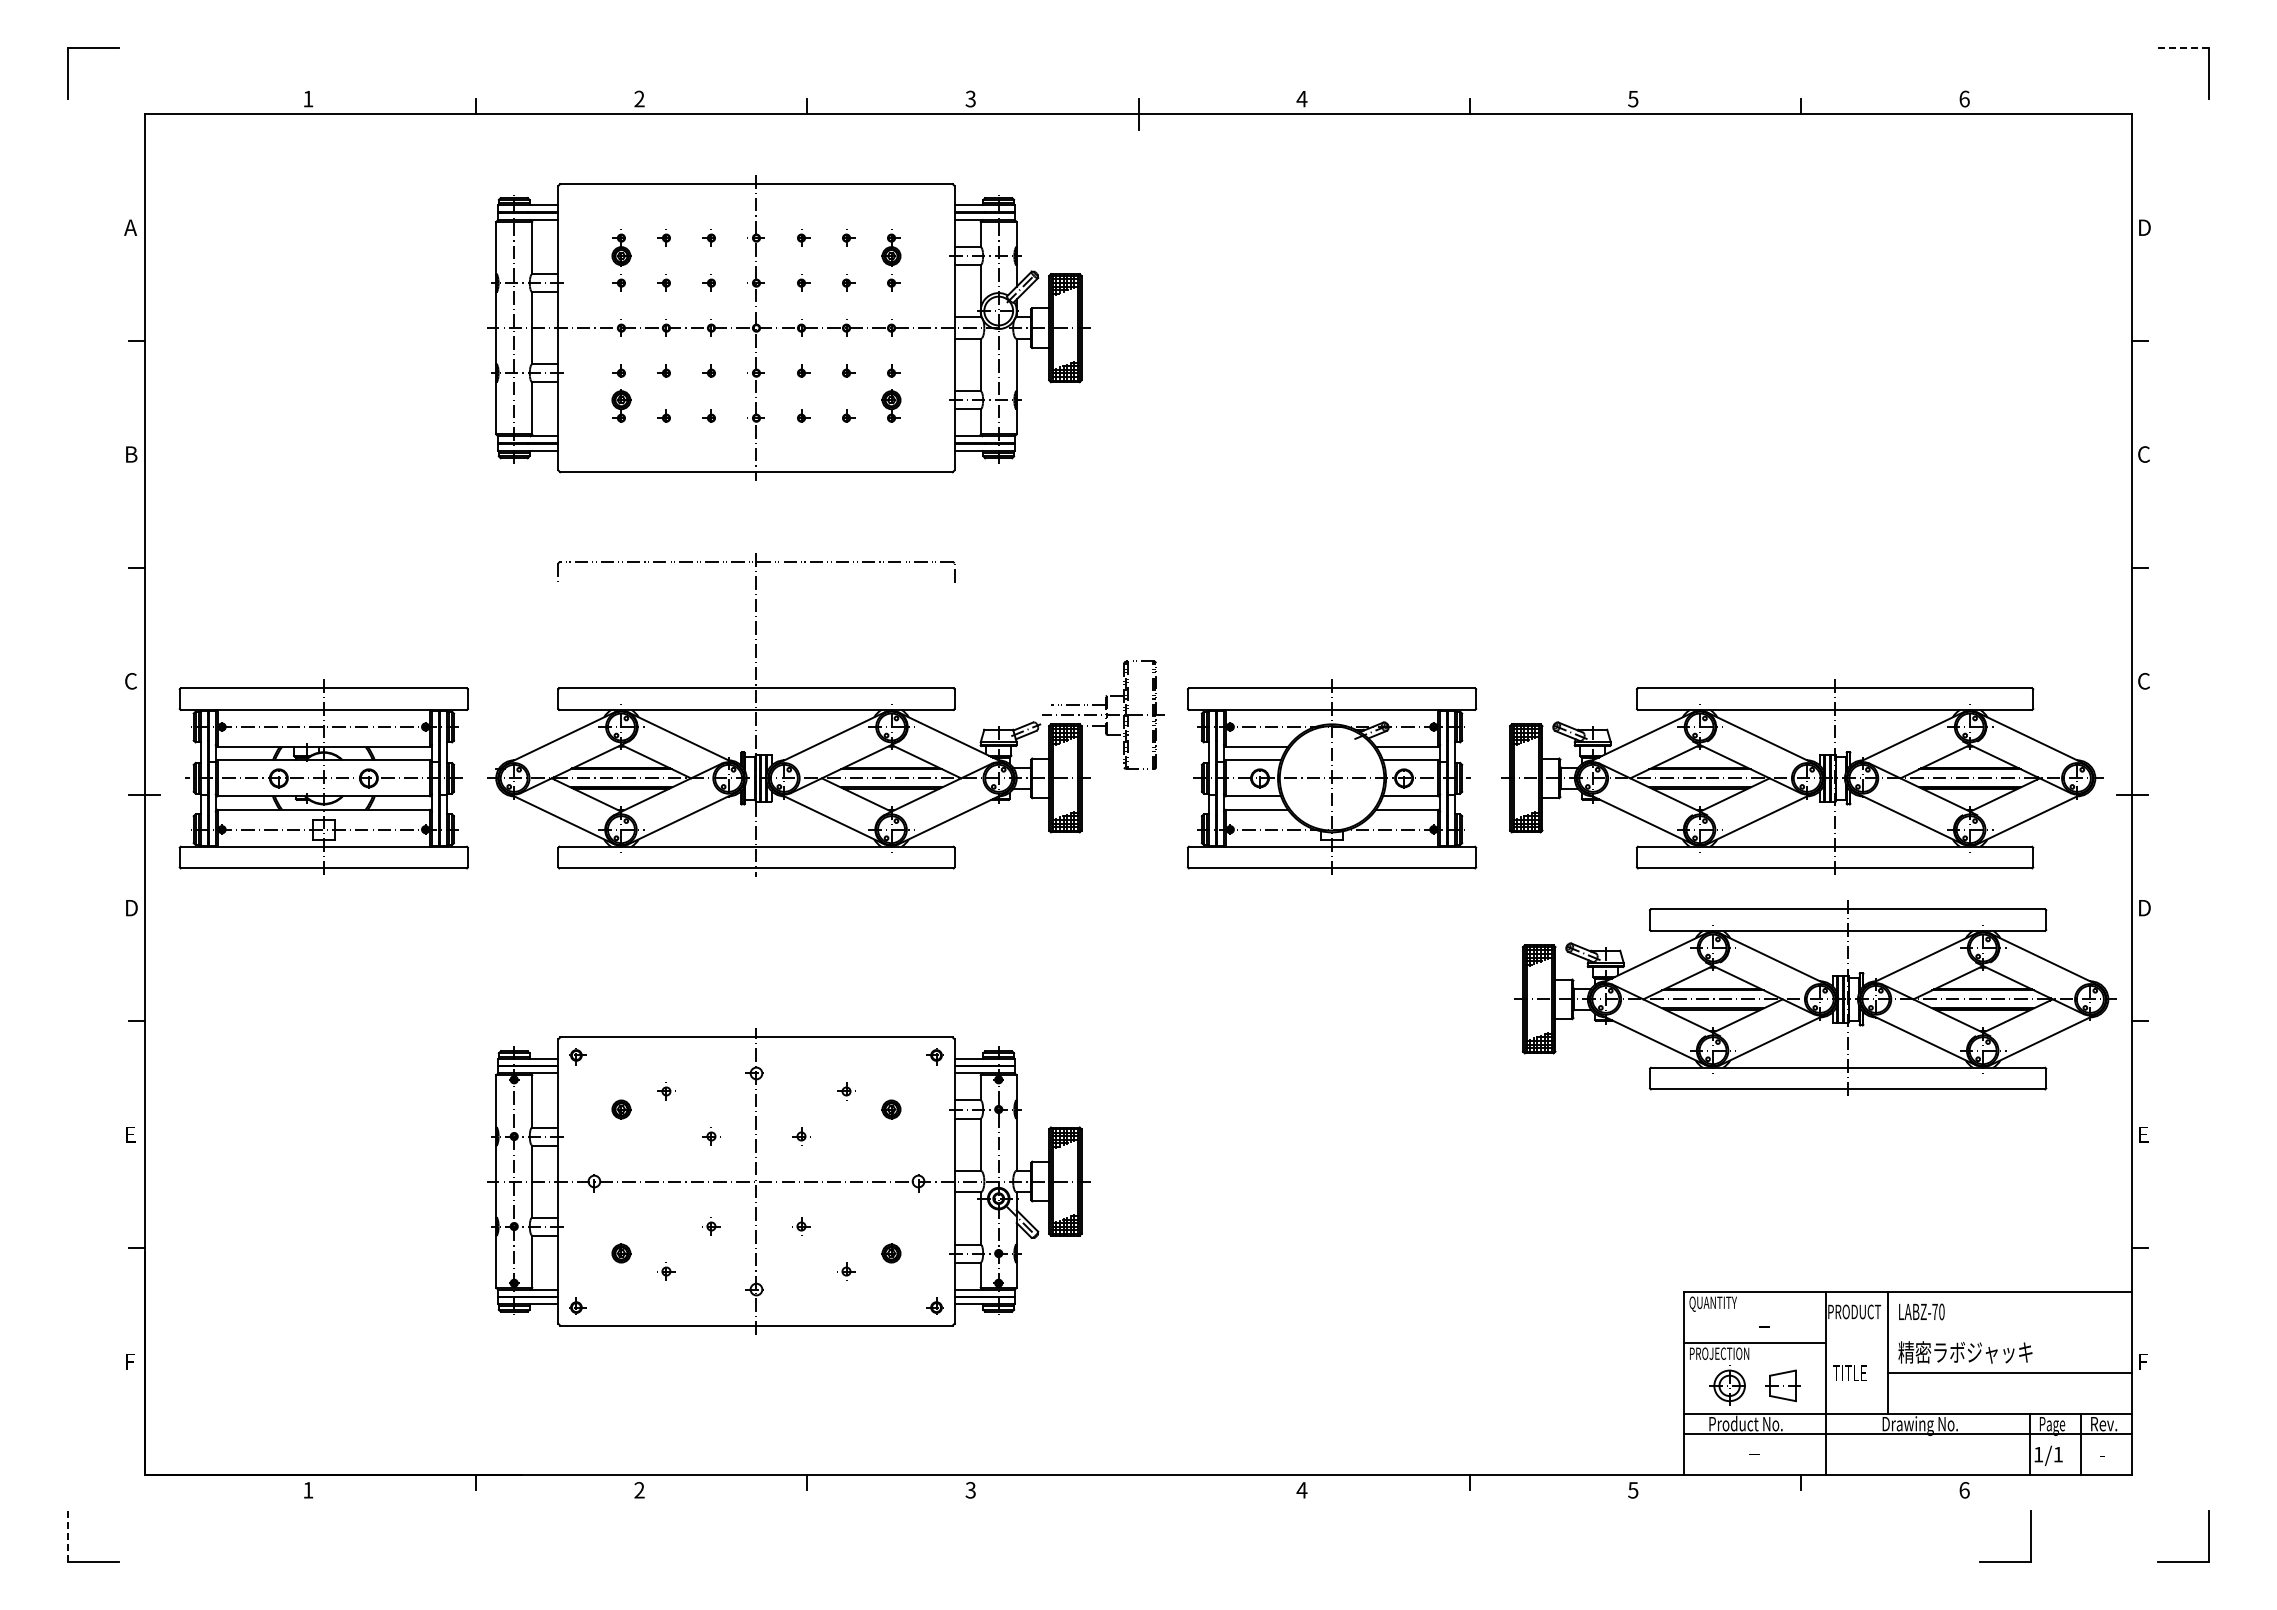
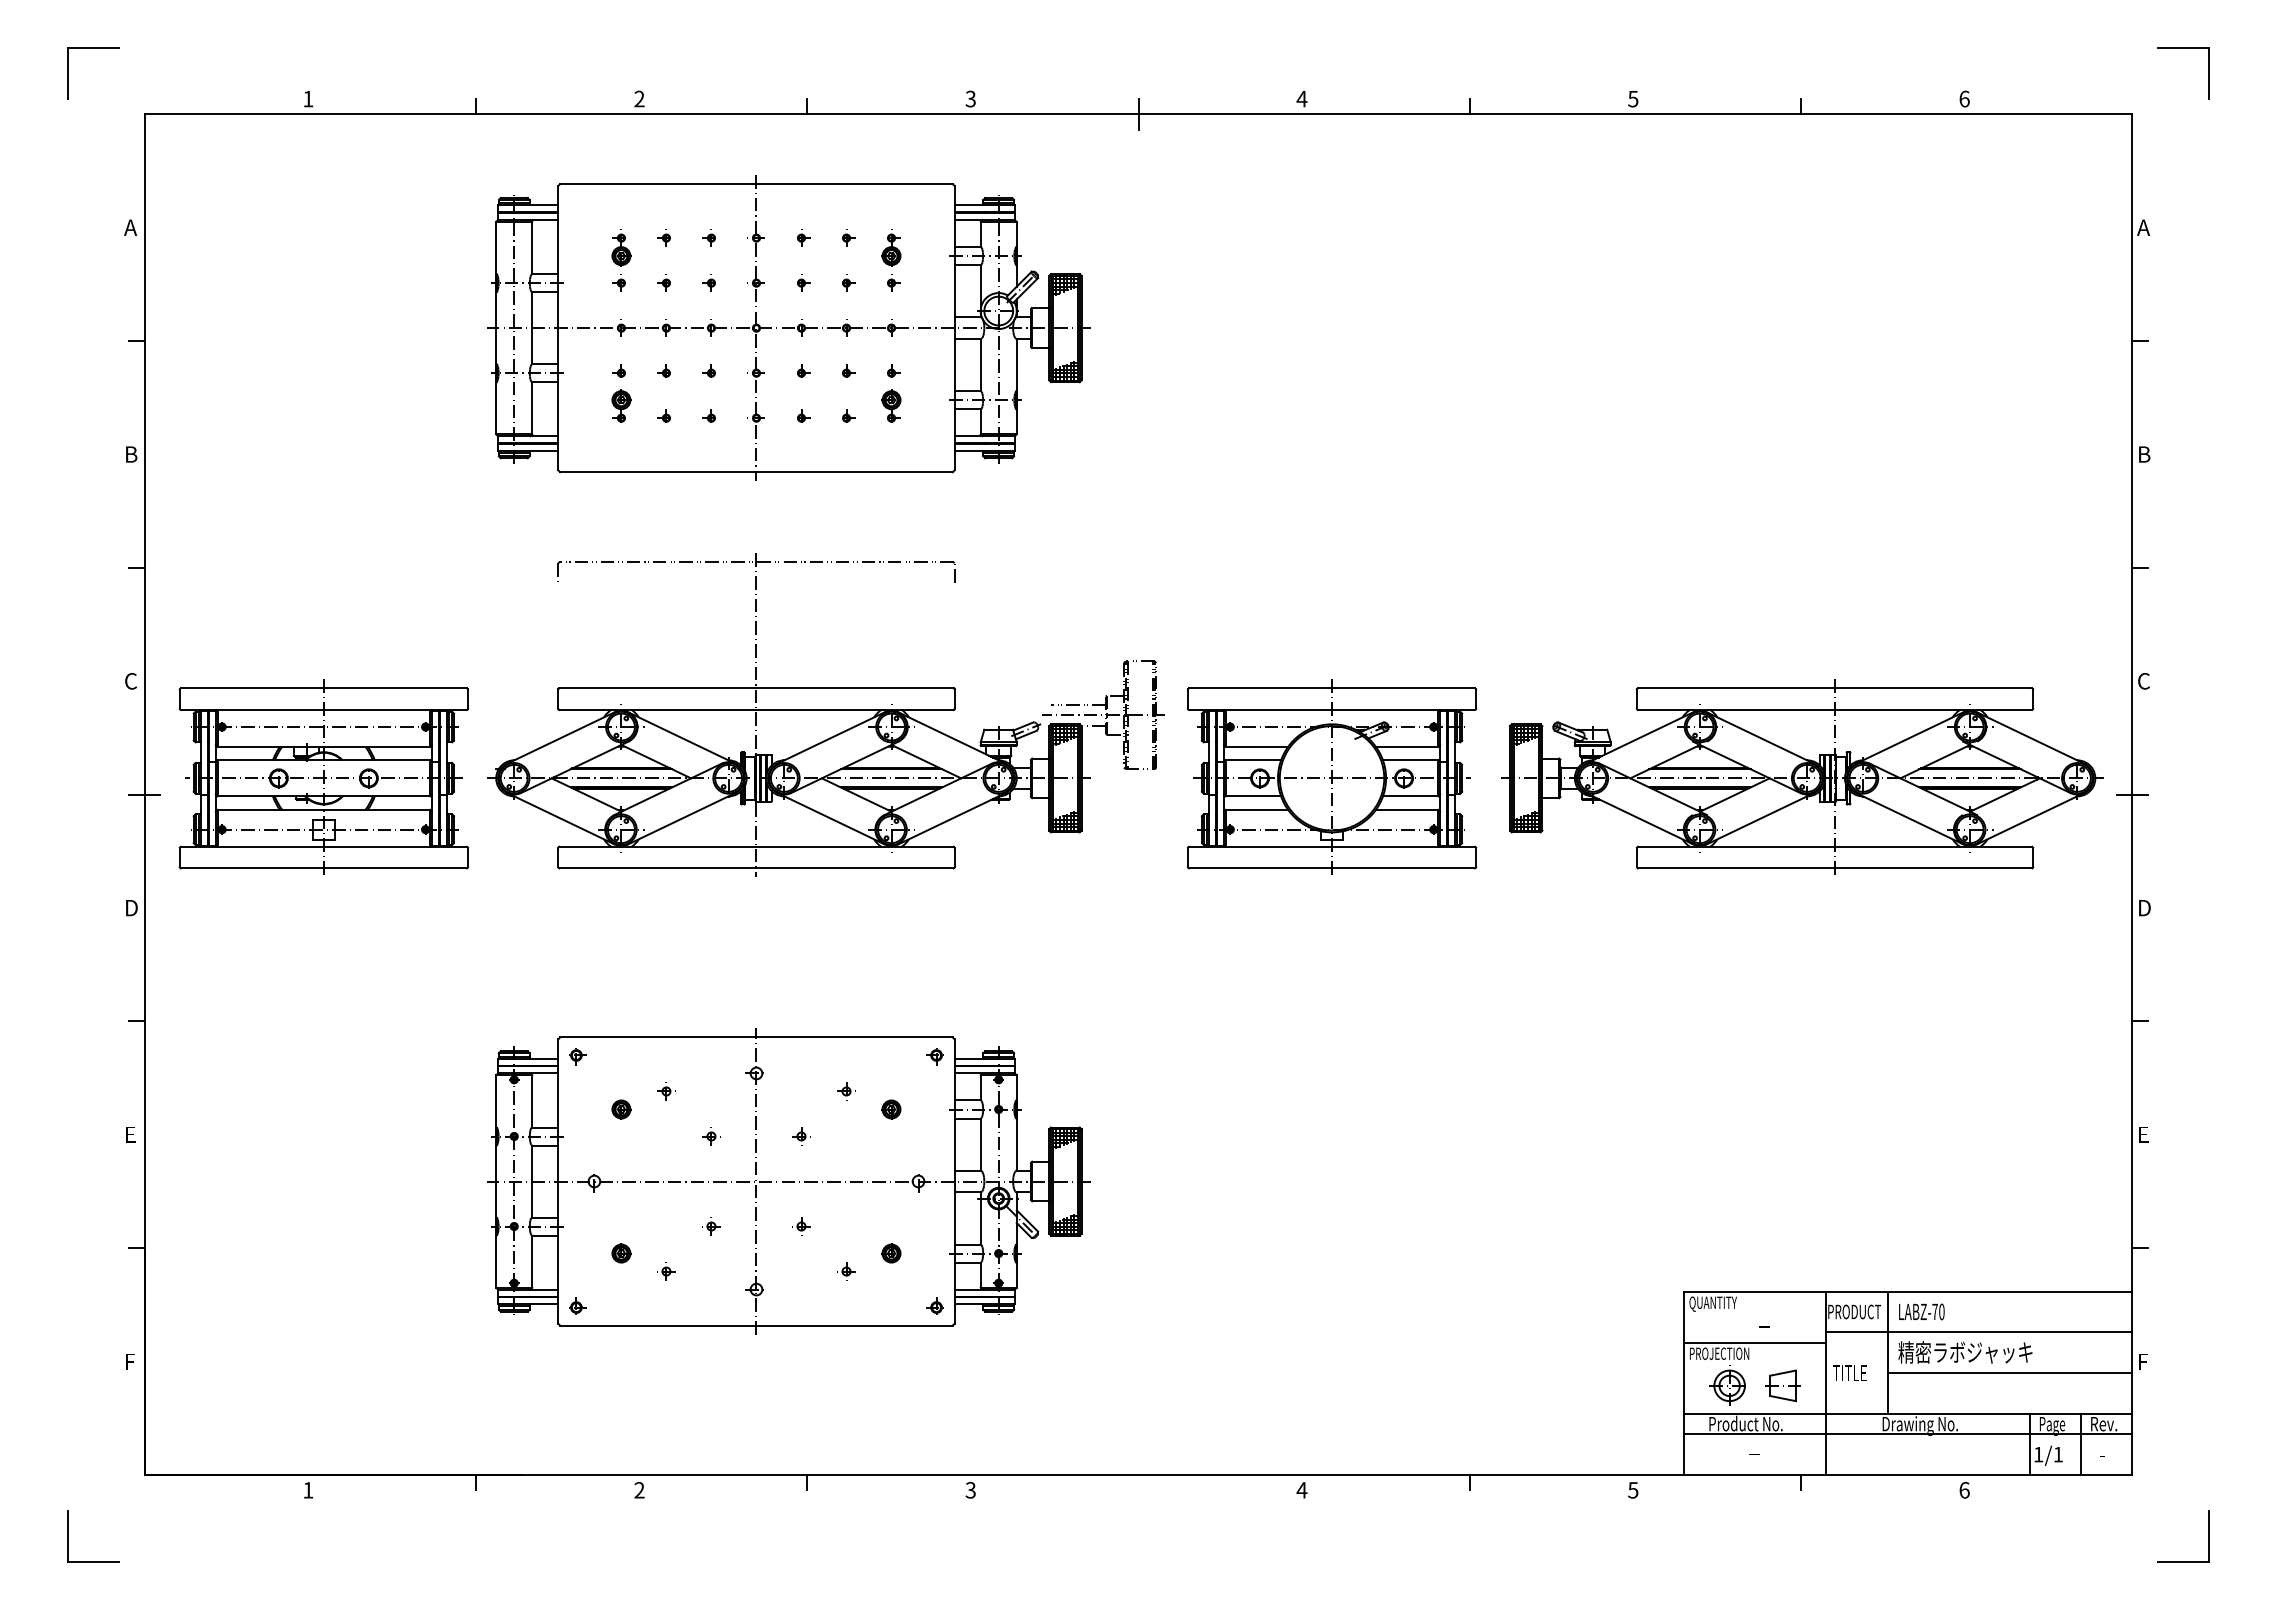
line at (2183, 48): dashed -> solid
text at (2143, 227): D -> A
text at (2144, 454): C -> B
part at (1815, 997): present -> none
line at (1979, 1332): none -> present
line at (68, 1535): dashed -> solid
part at (2030, 1536): present -> none
